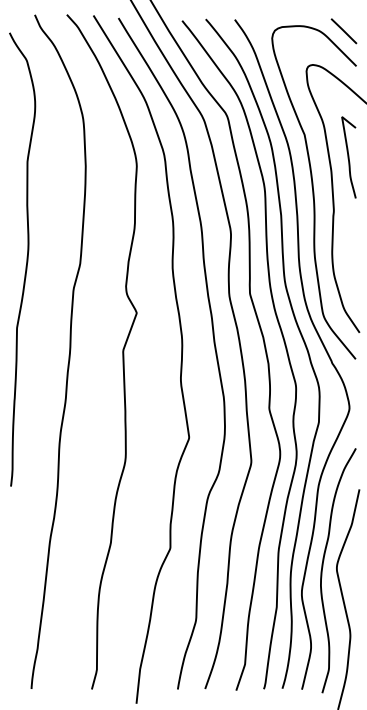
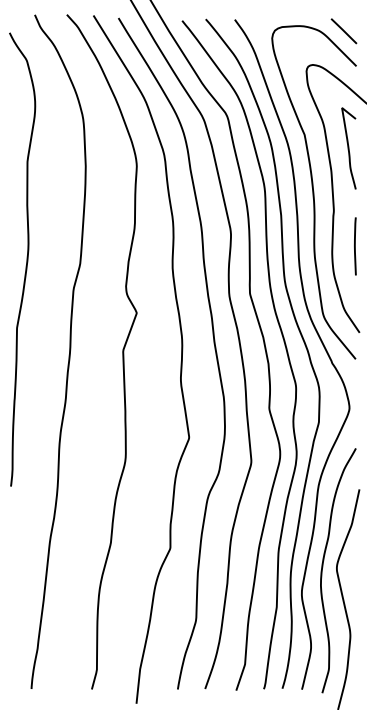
curve at (348, 157) position: (348, 157) -> (348, 148)
line at (355, 246): none -> present
